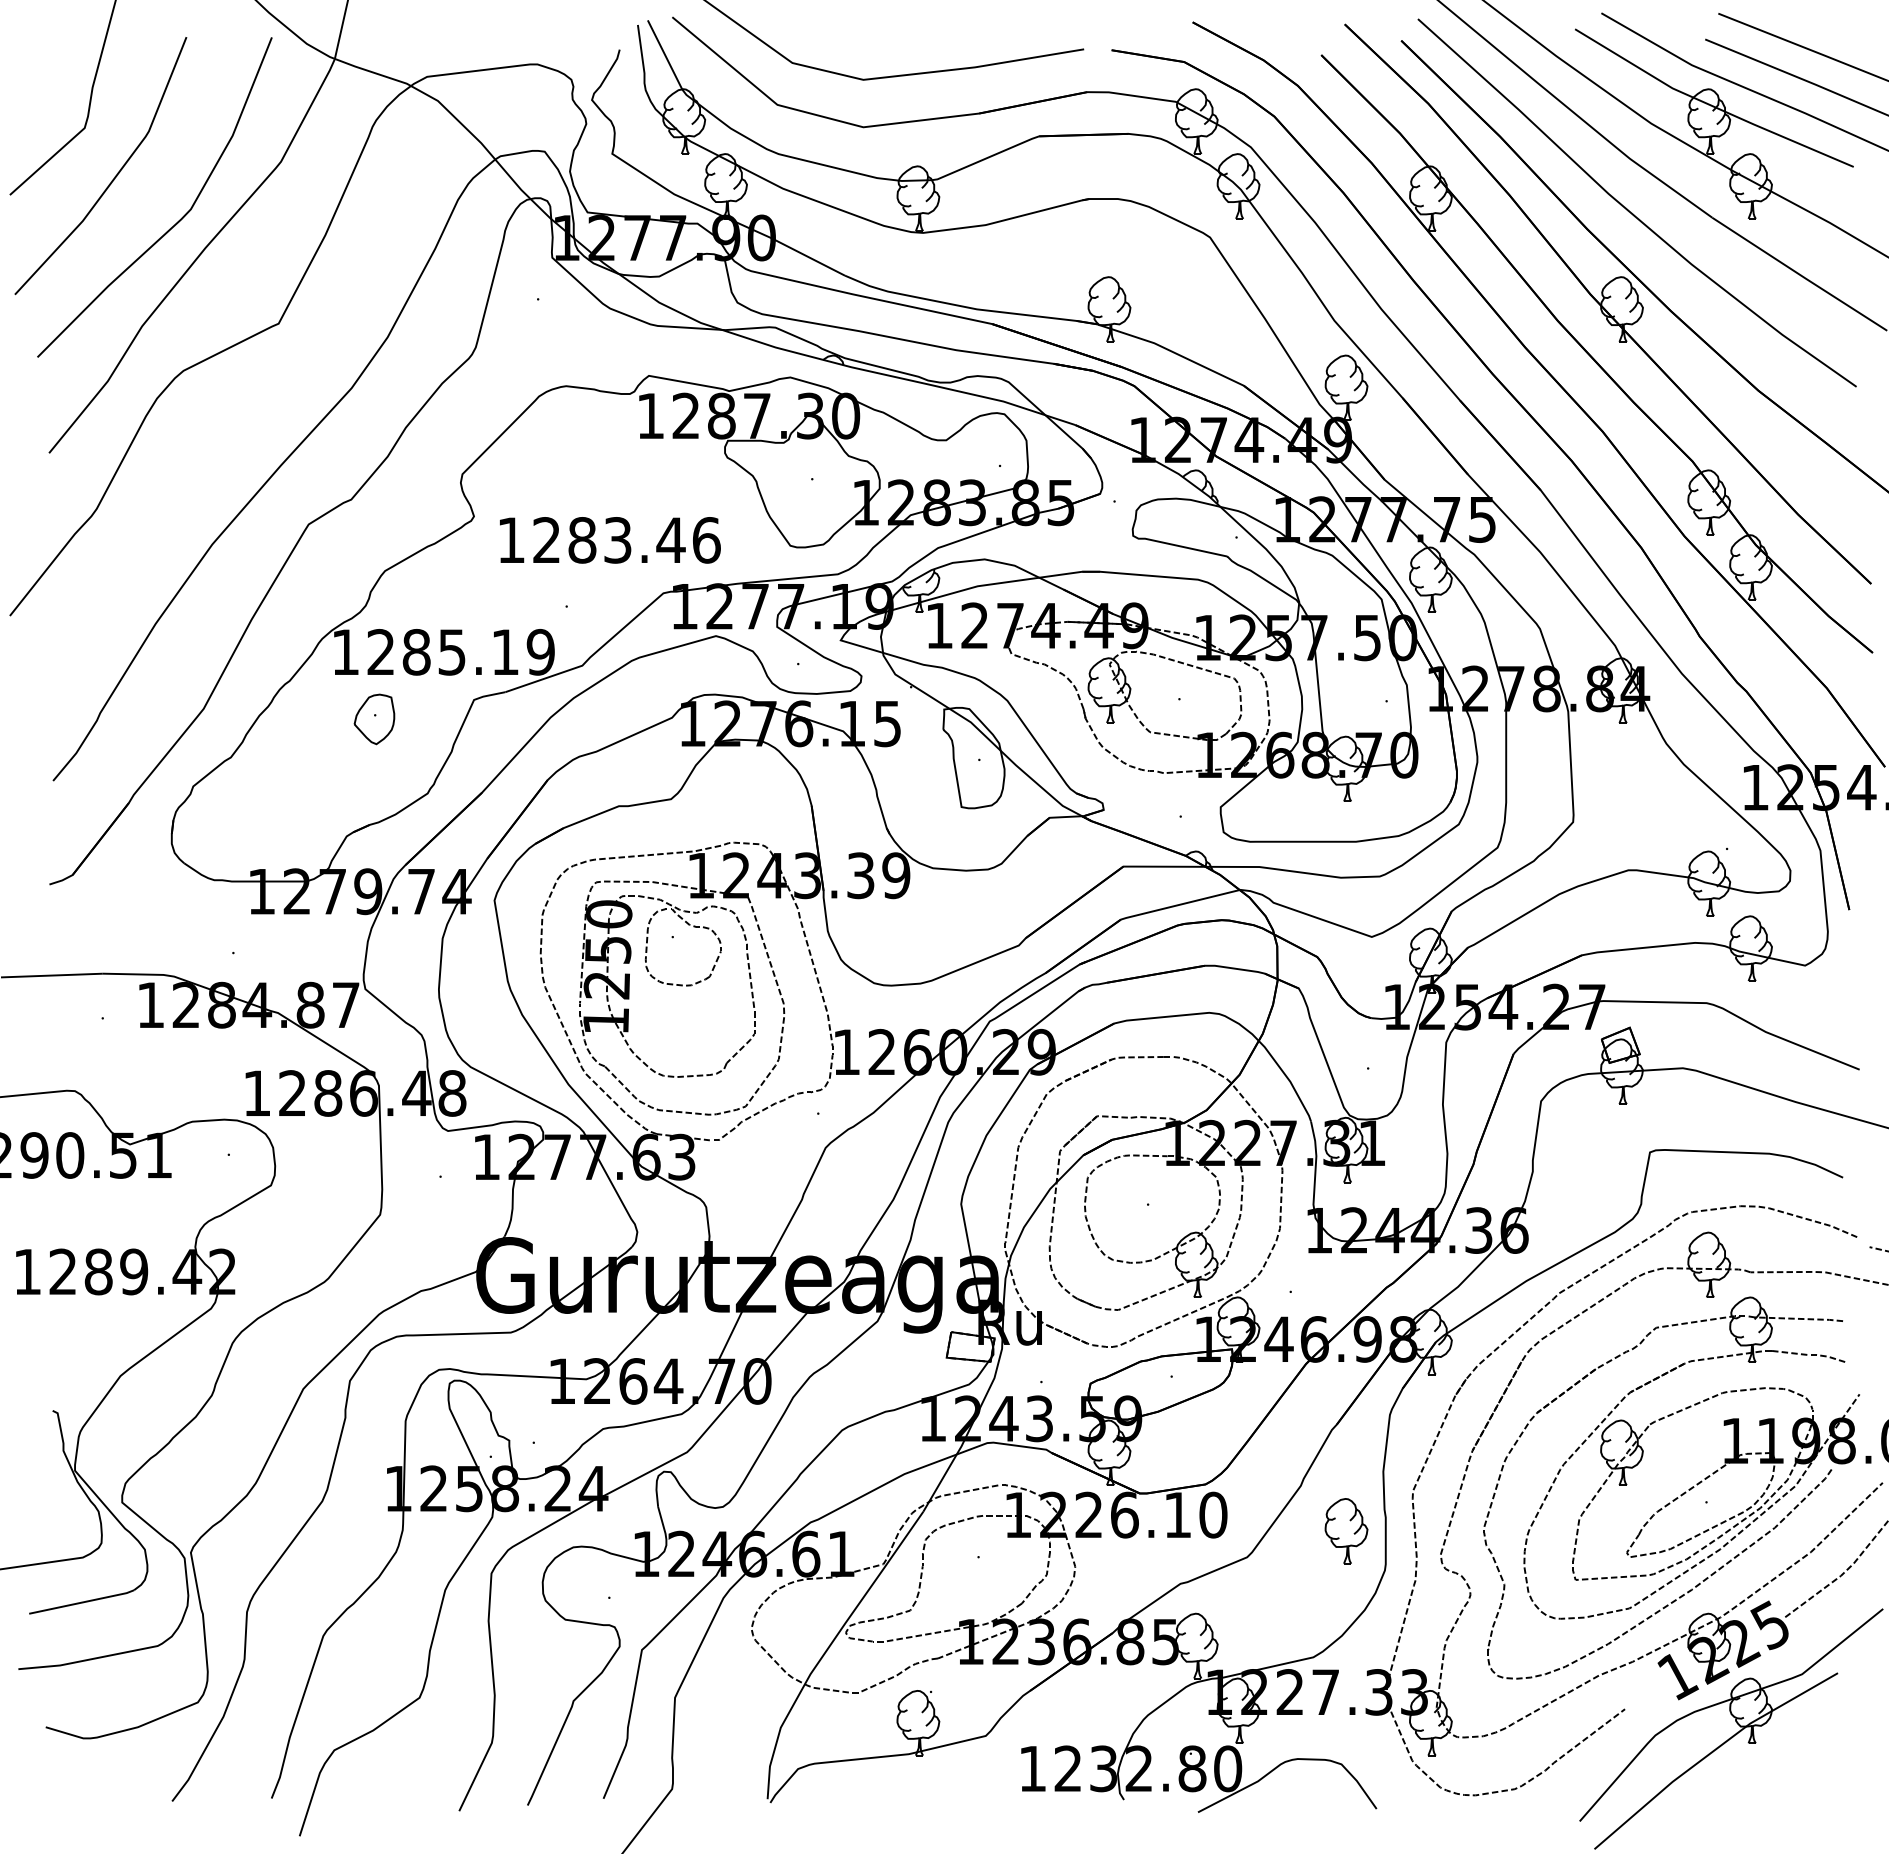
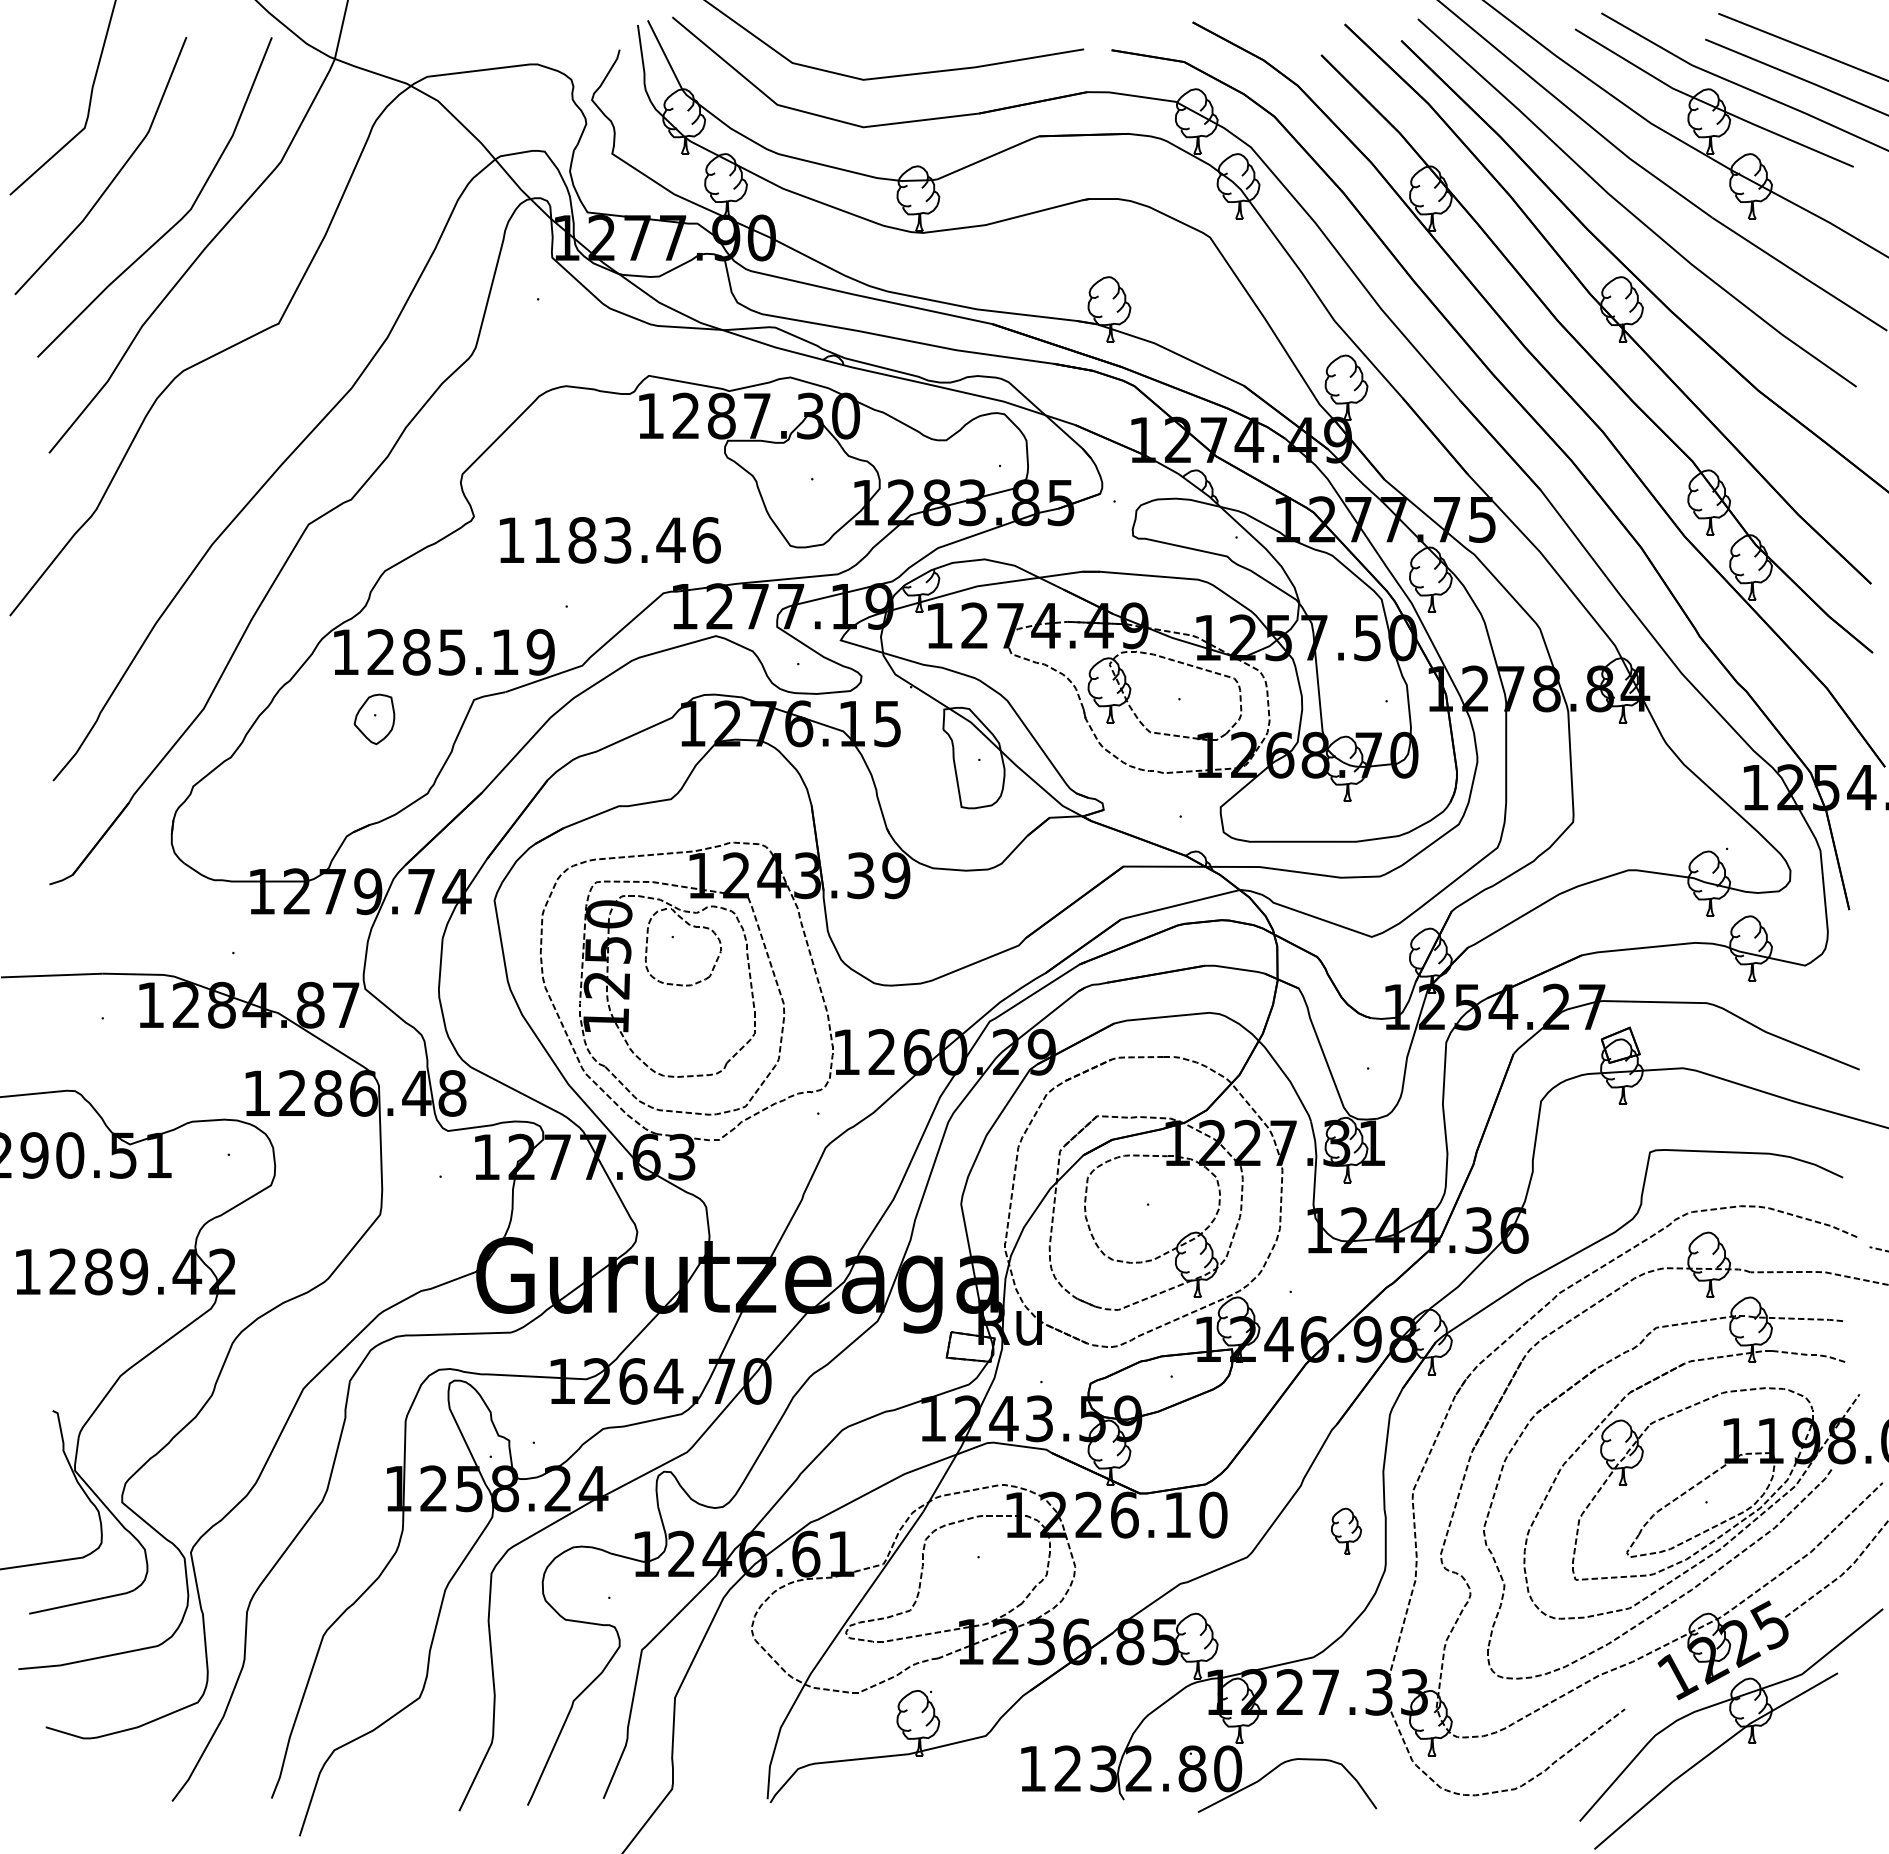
text at (546, 539): 1283.46 -> 1183.46
part at (1346, 1531) size: 45x67 px -> 32x48 px
